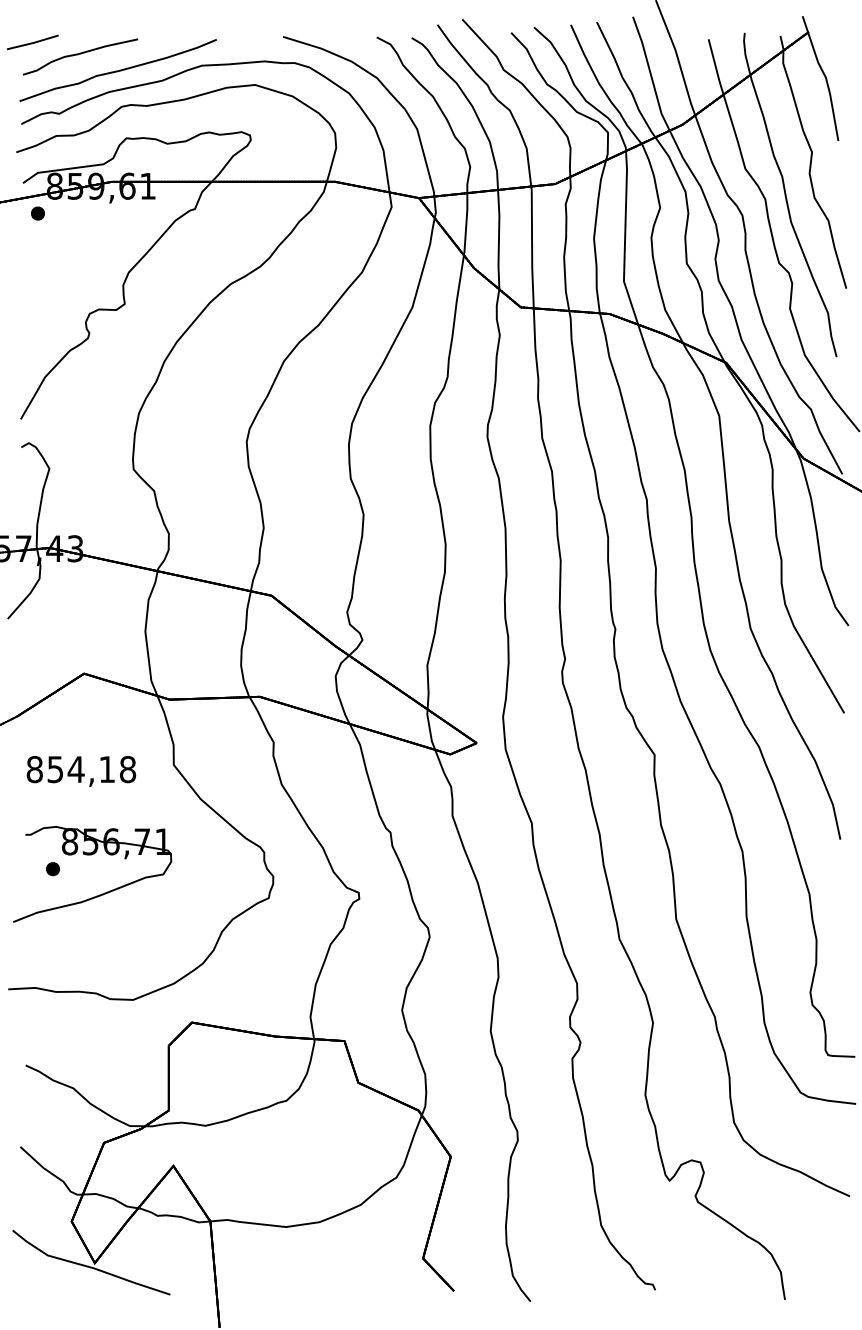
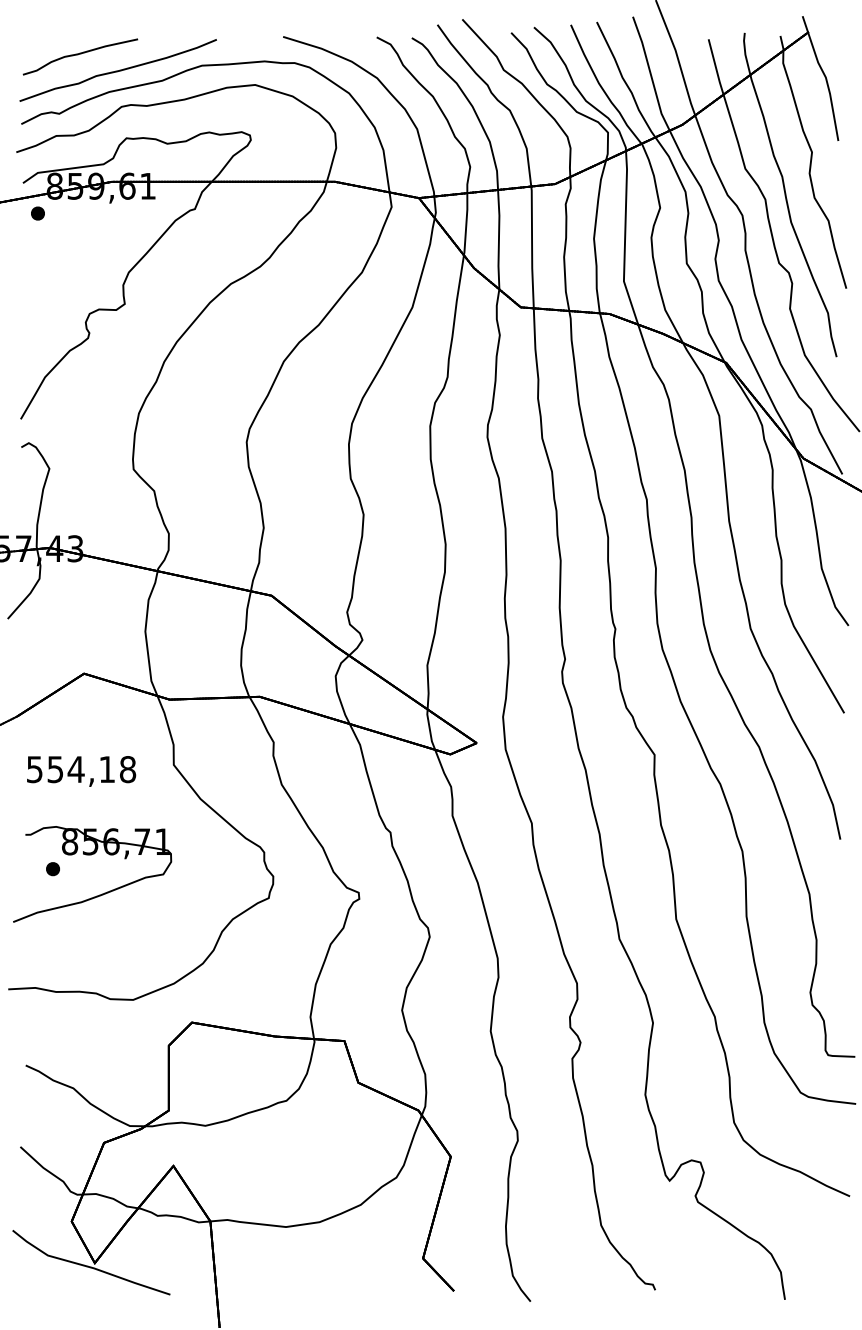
line at (32, 42): present -> none
text at (34, 769): 854,18 -> 554,18
